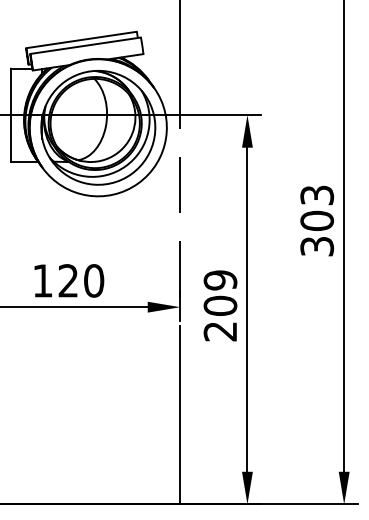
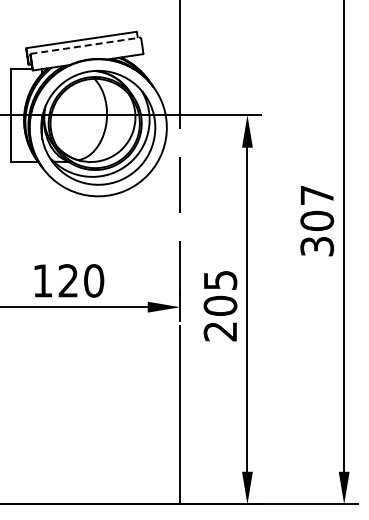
line at (85, 45): solid -> dashed
text at (317, 195): 303 -> 307
text at (220, 280): 209 -> 205
